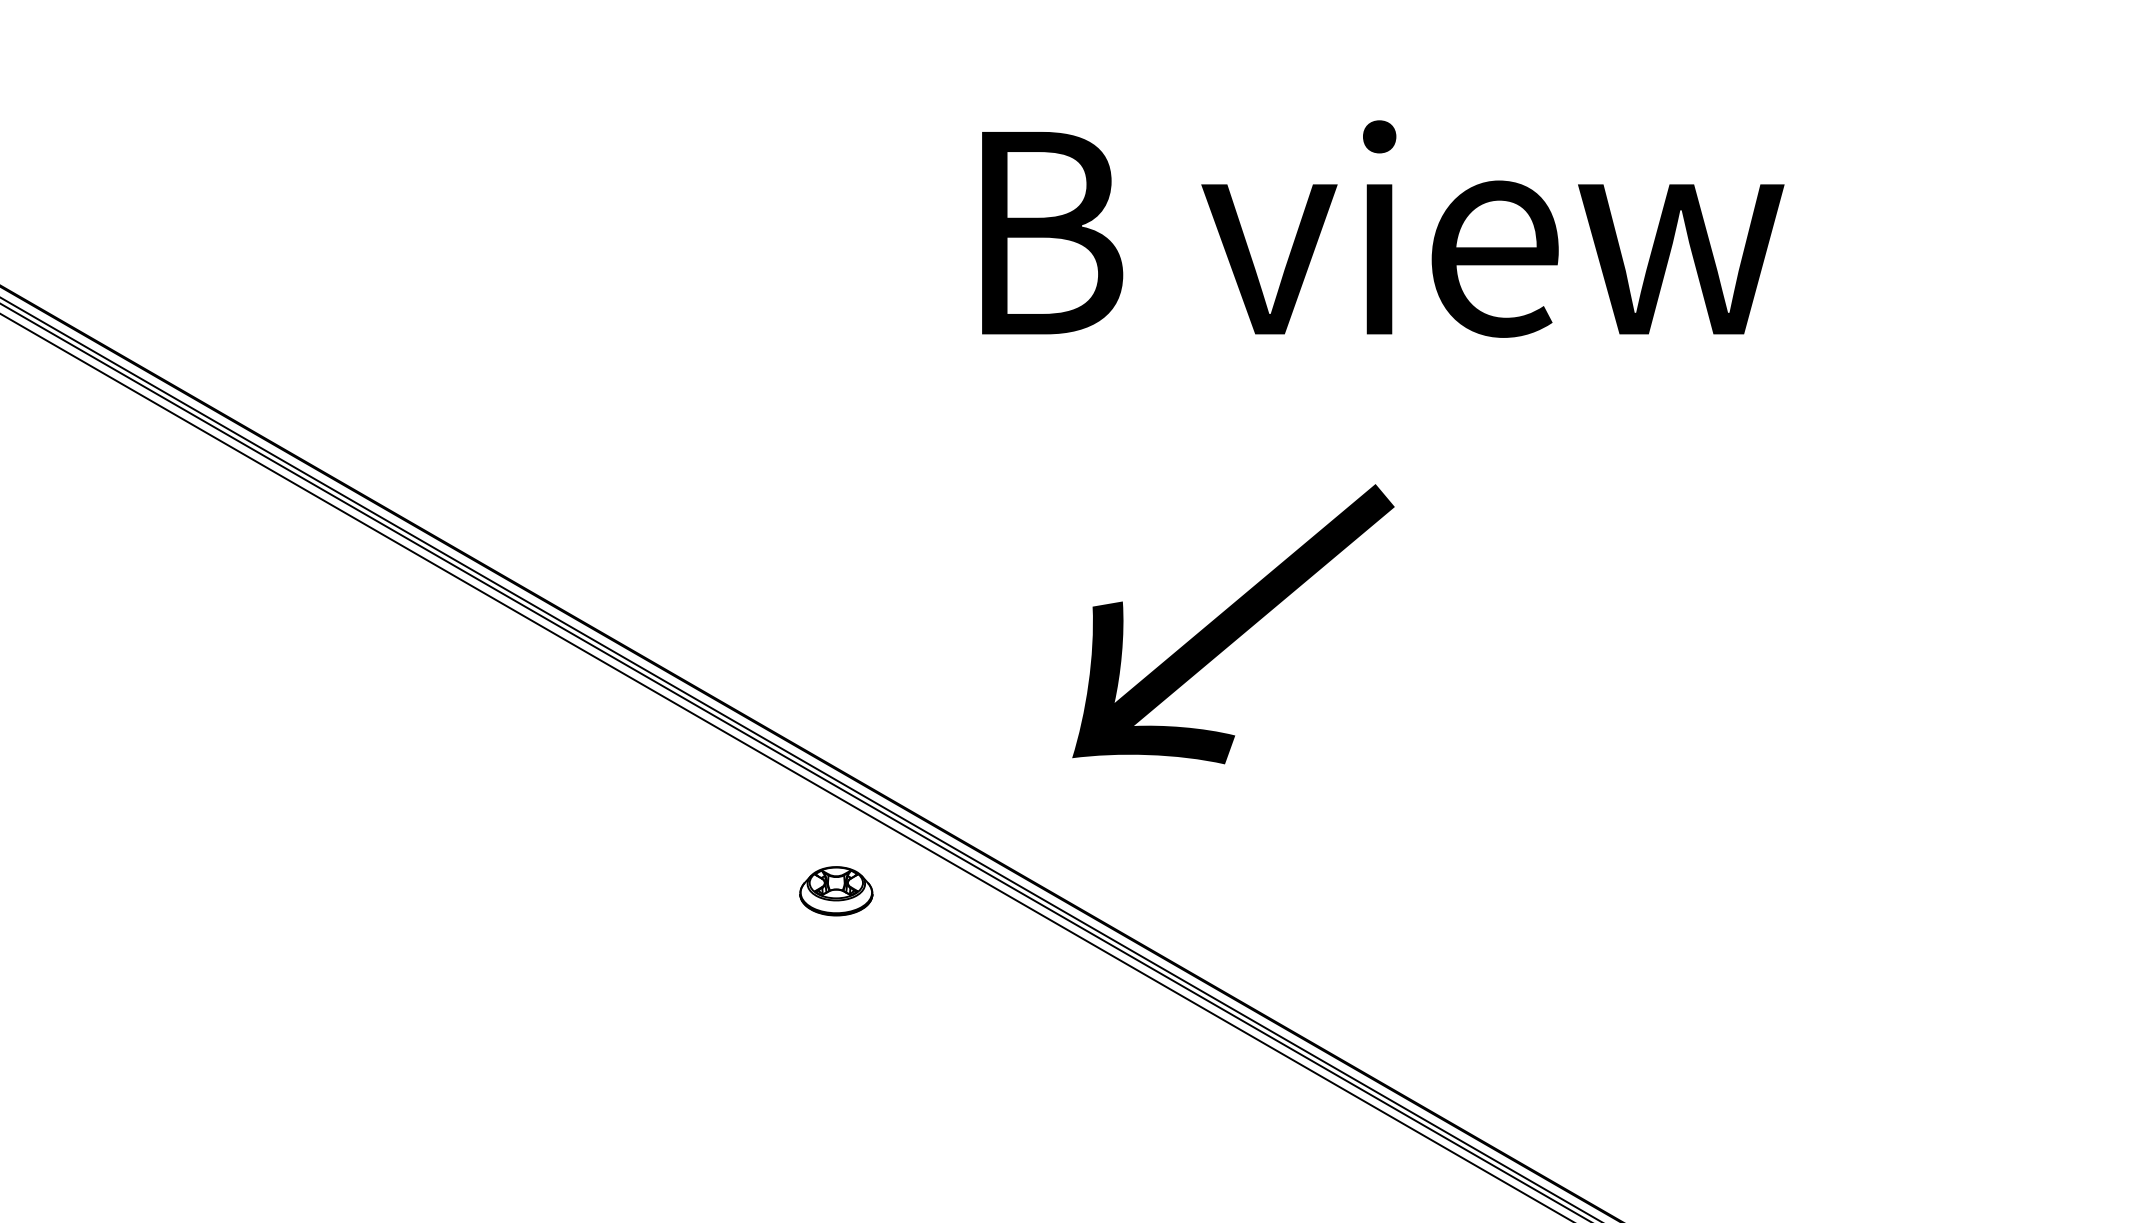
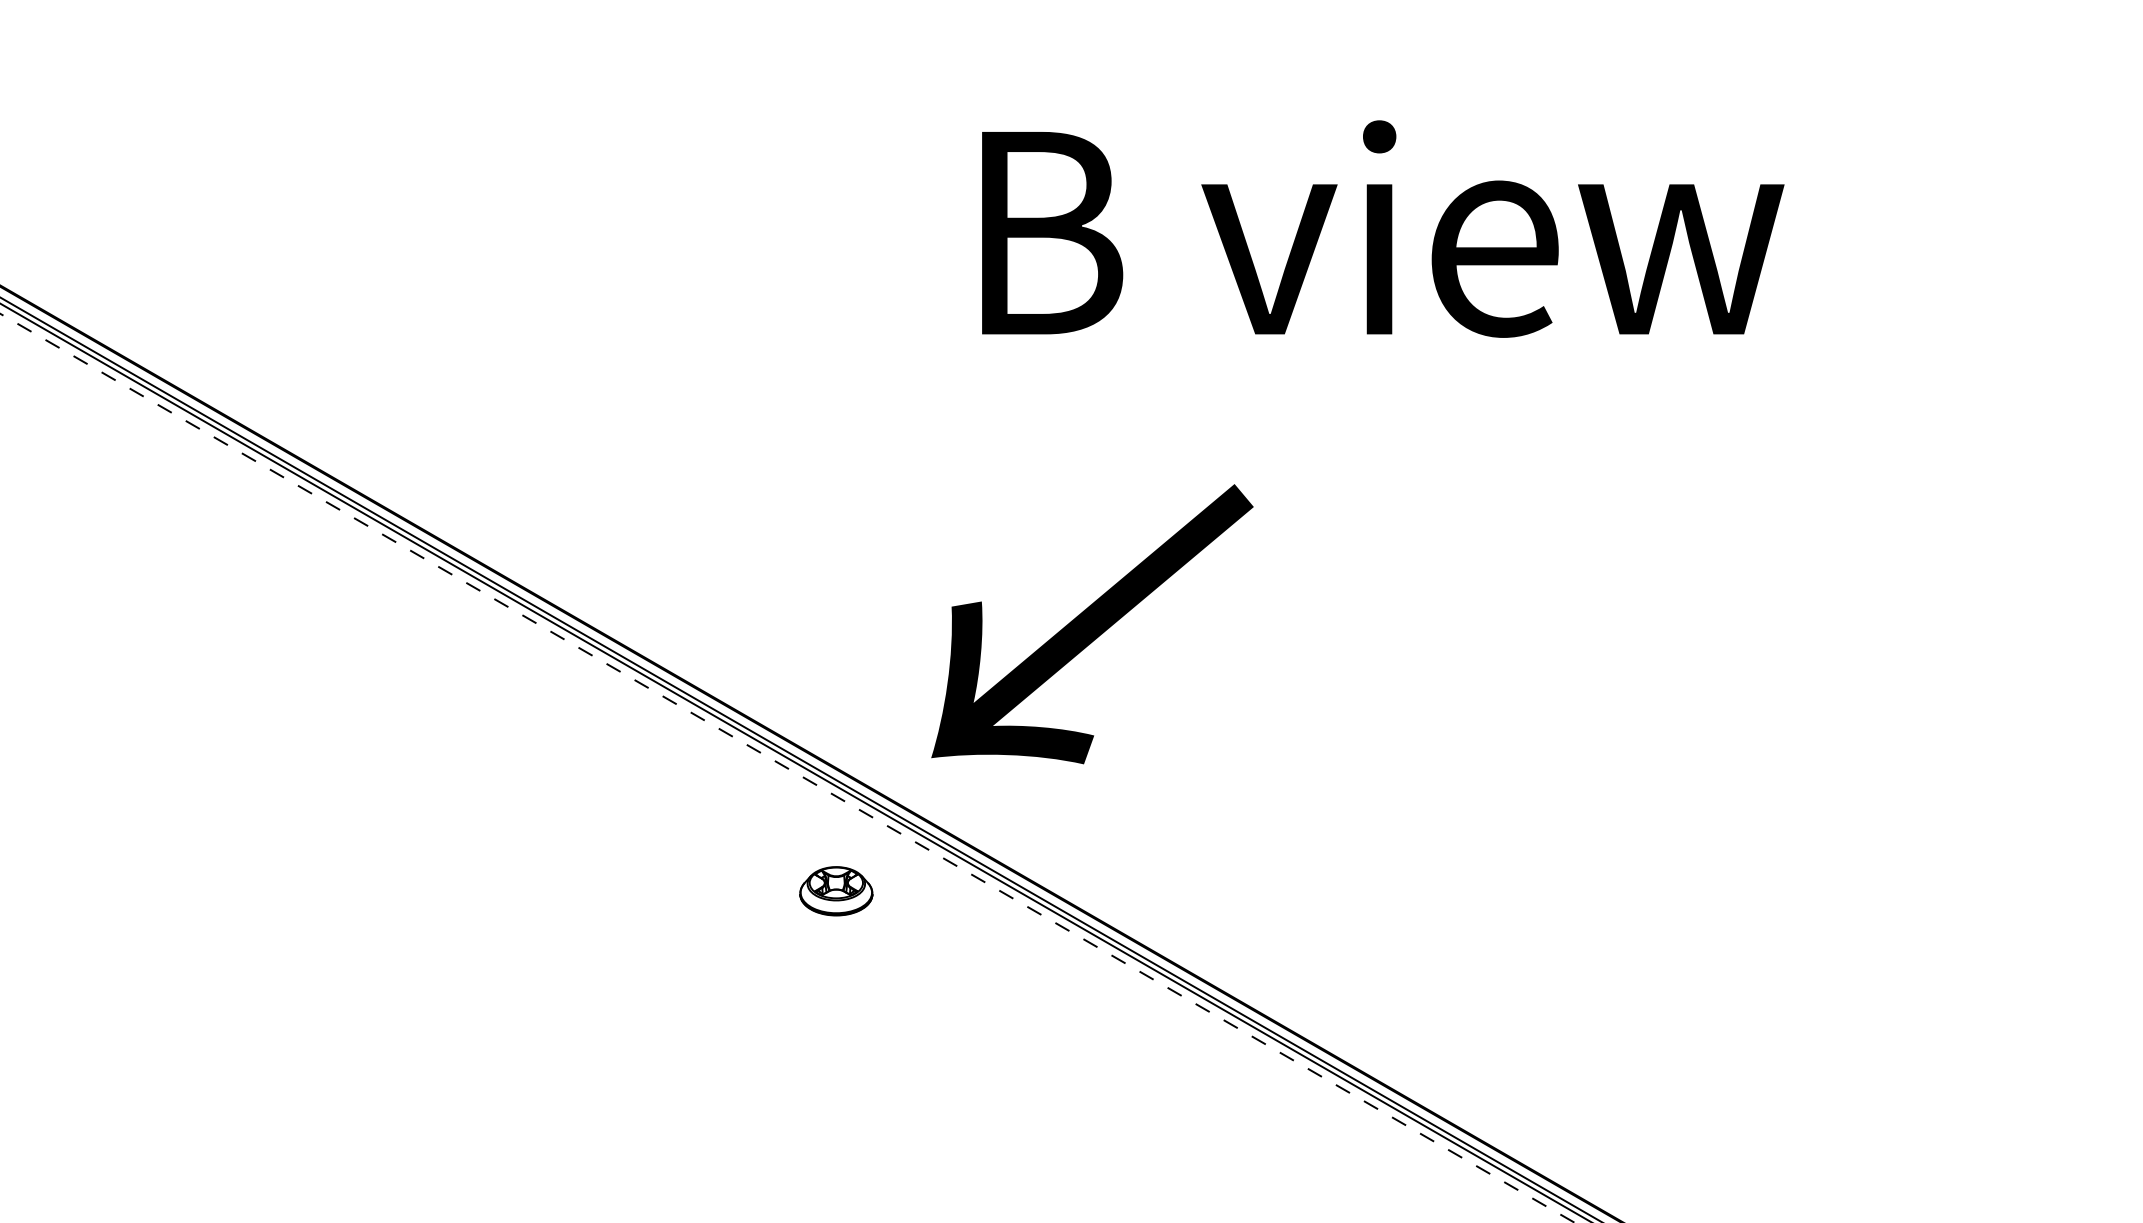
text at (1233, 624) position: (1233, 624) -> (1092, 624)
line at (787, 768): solid -> dashed
